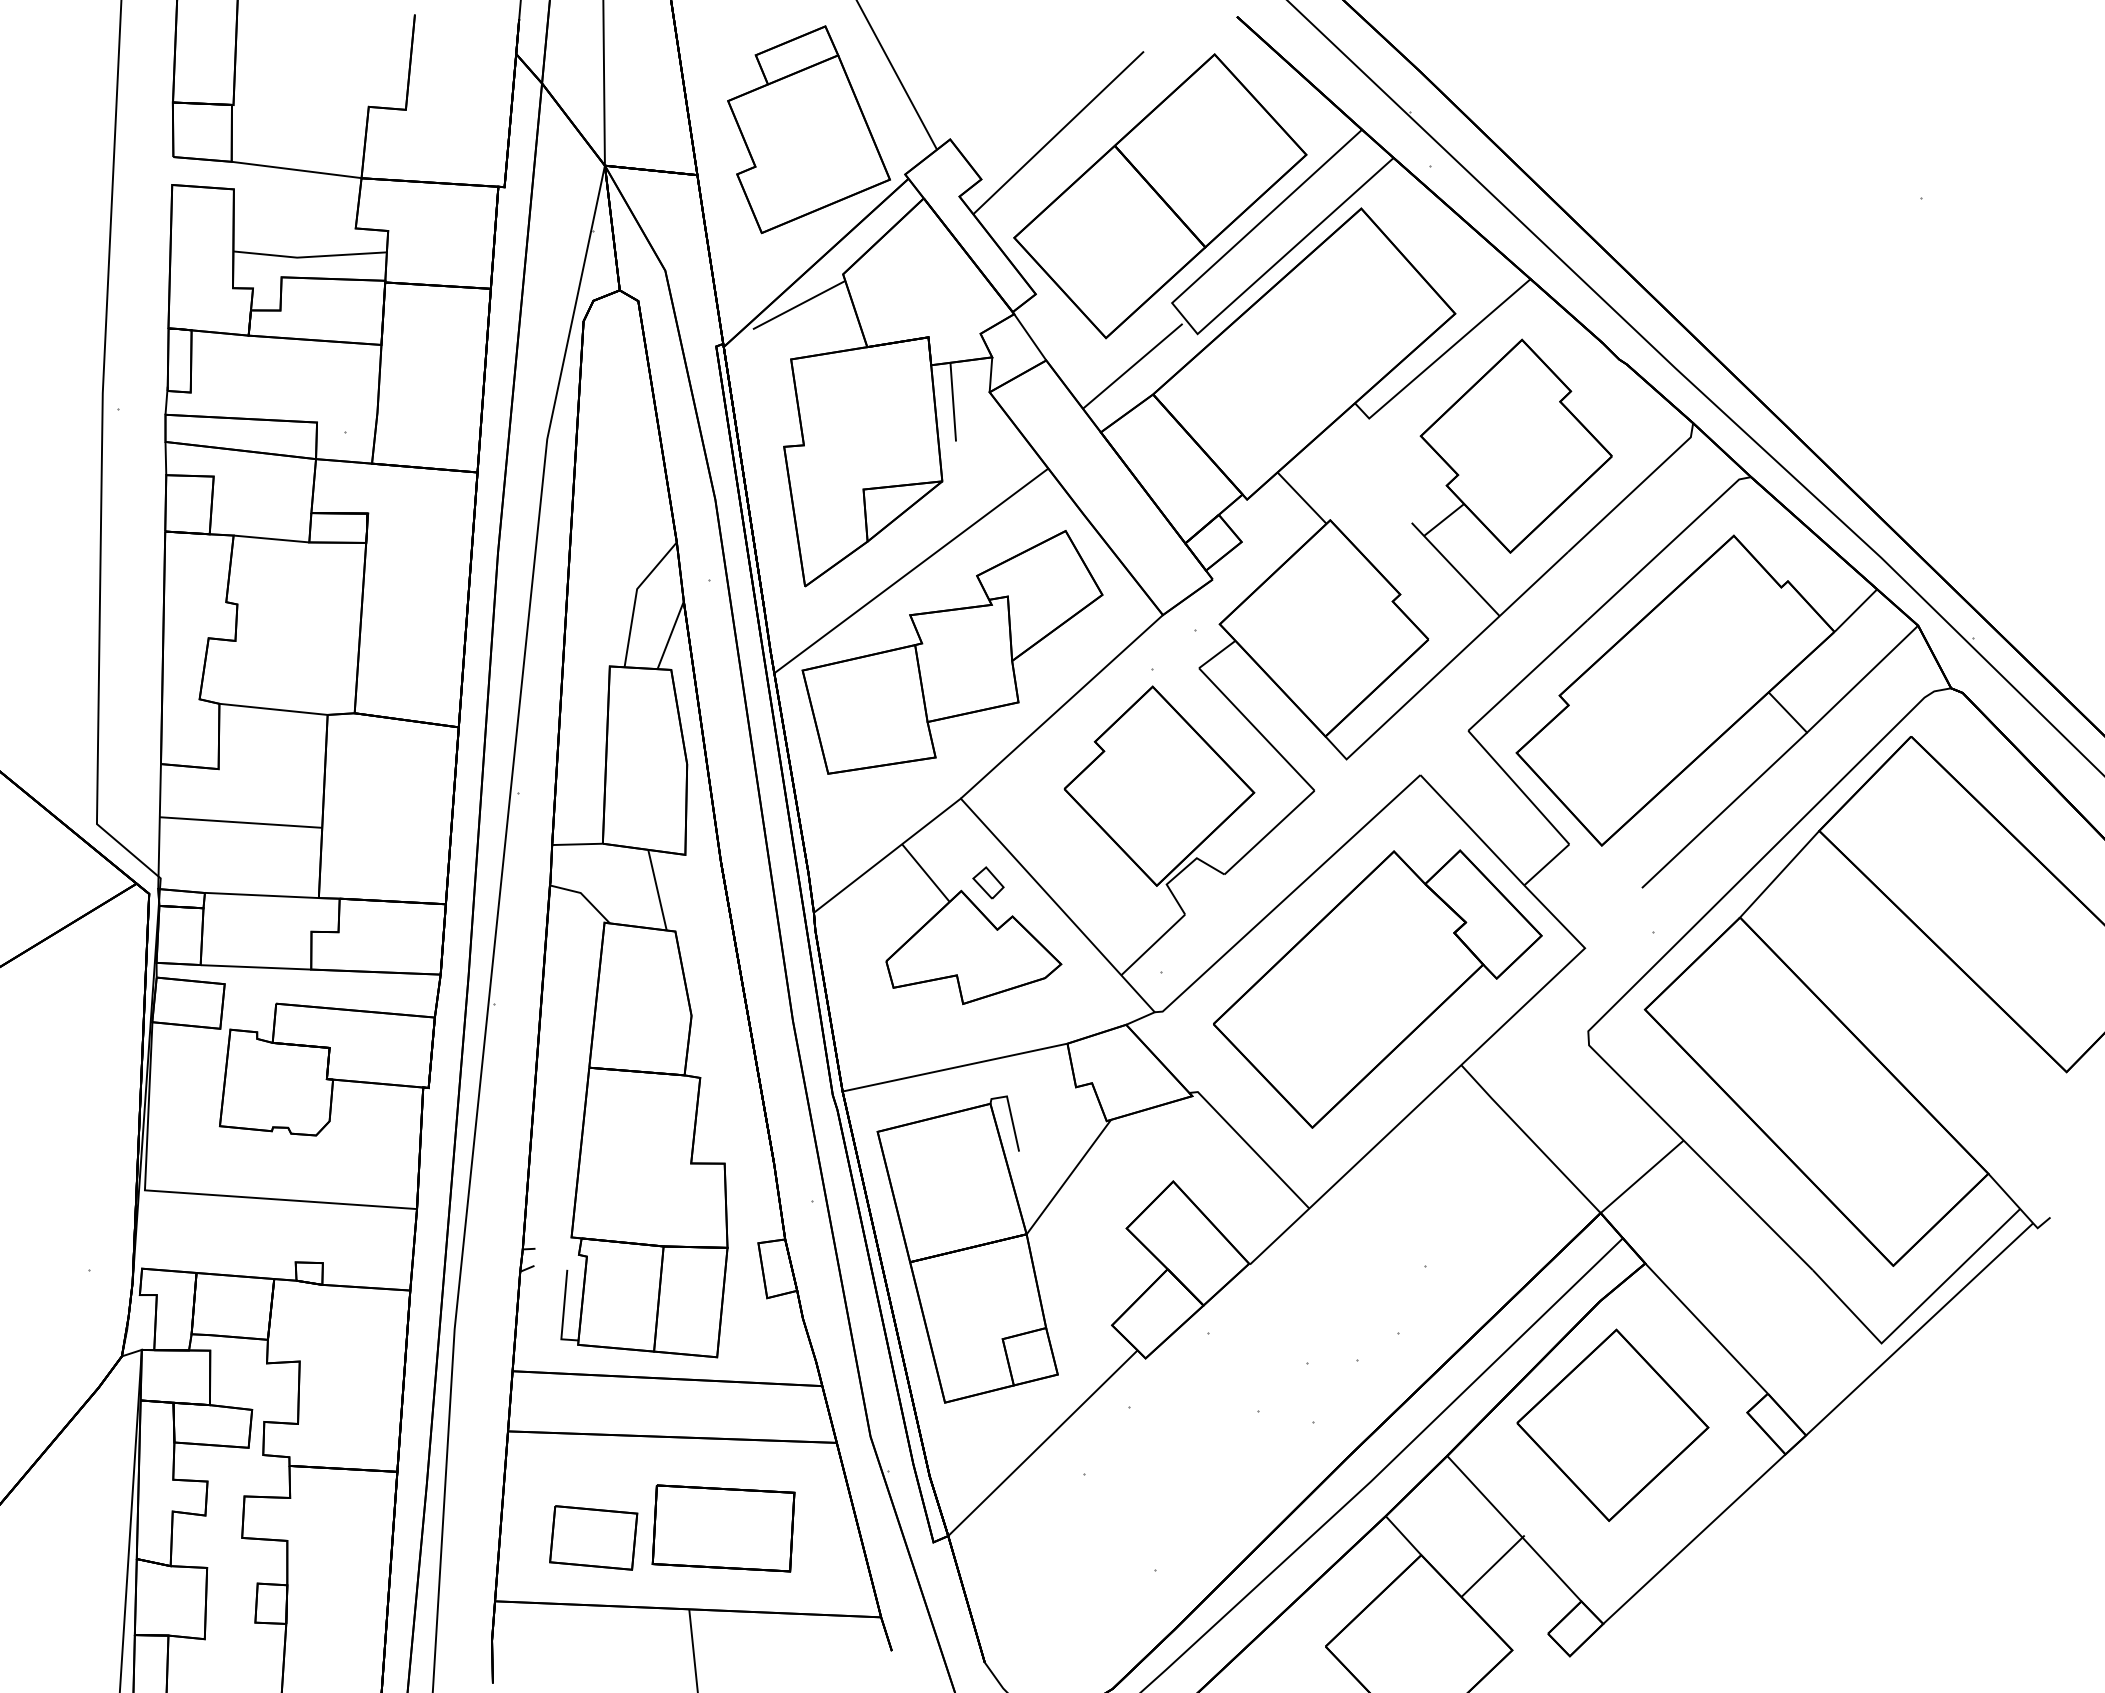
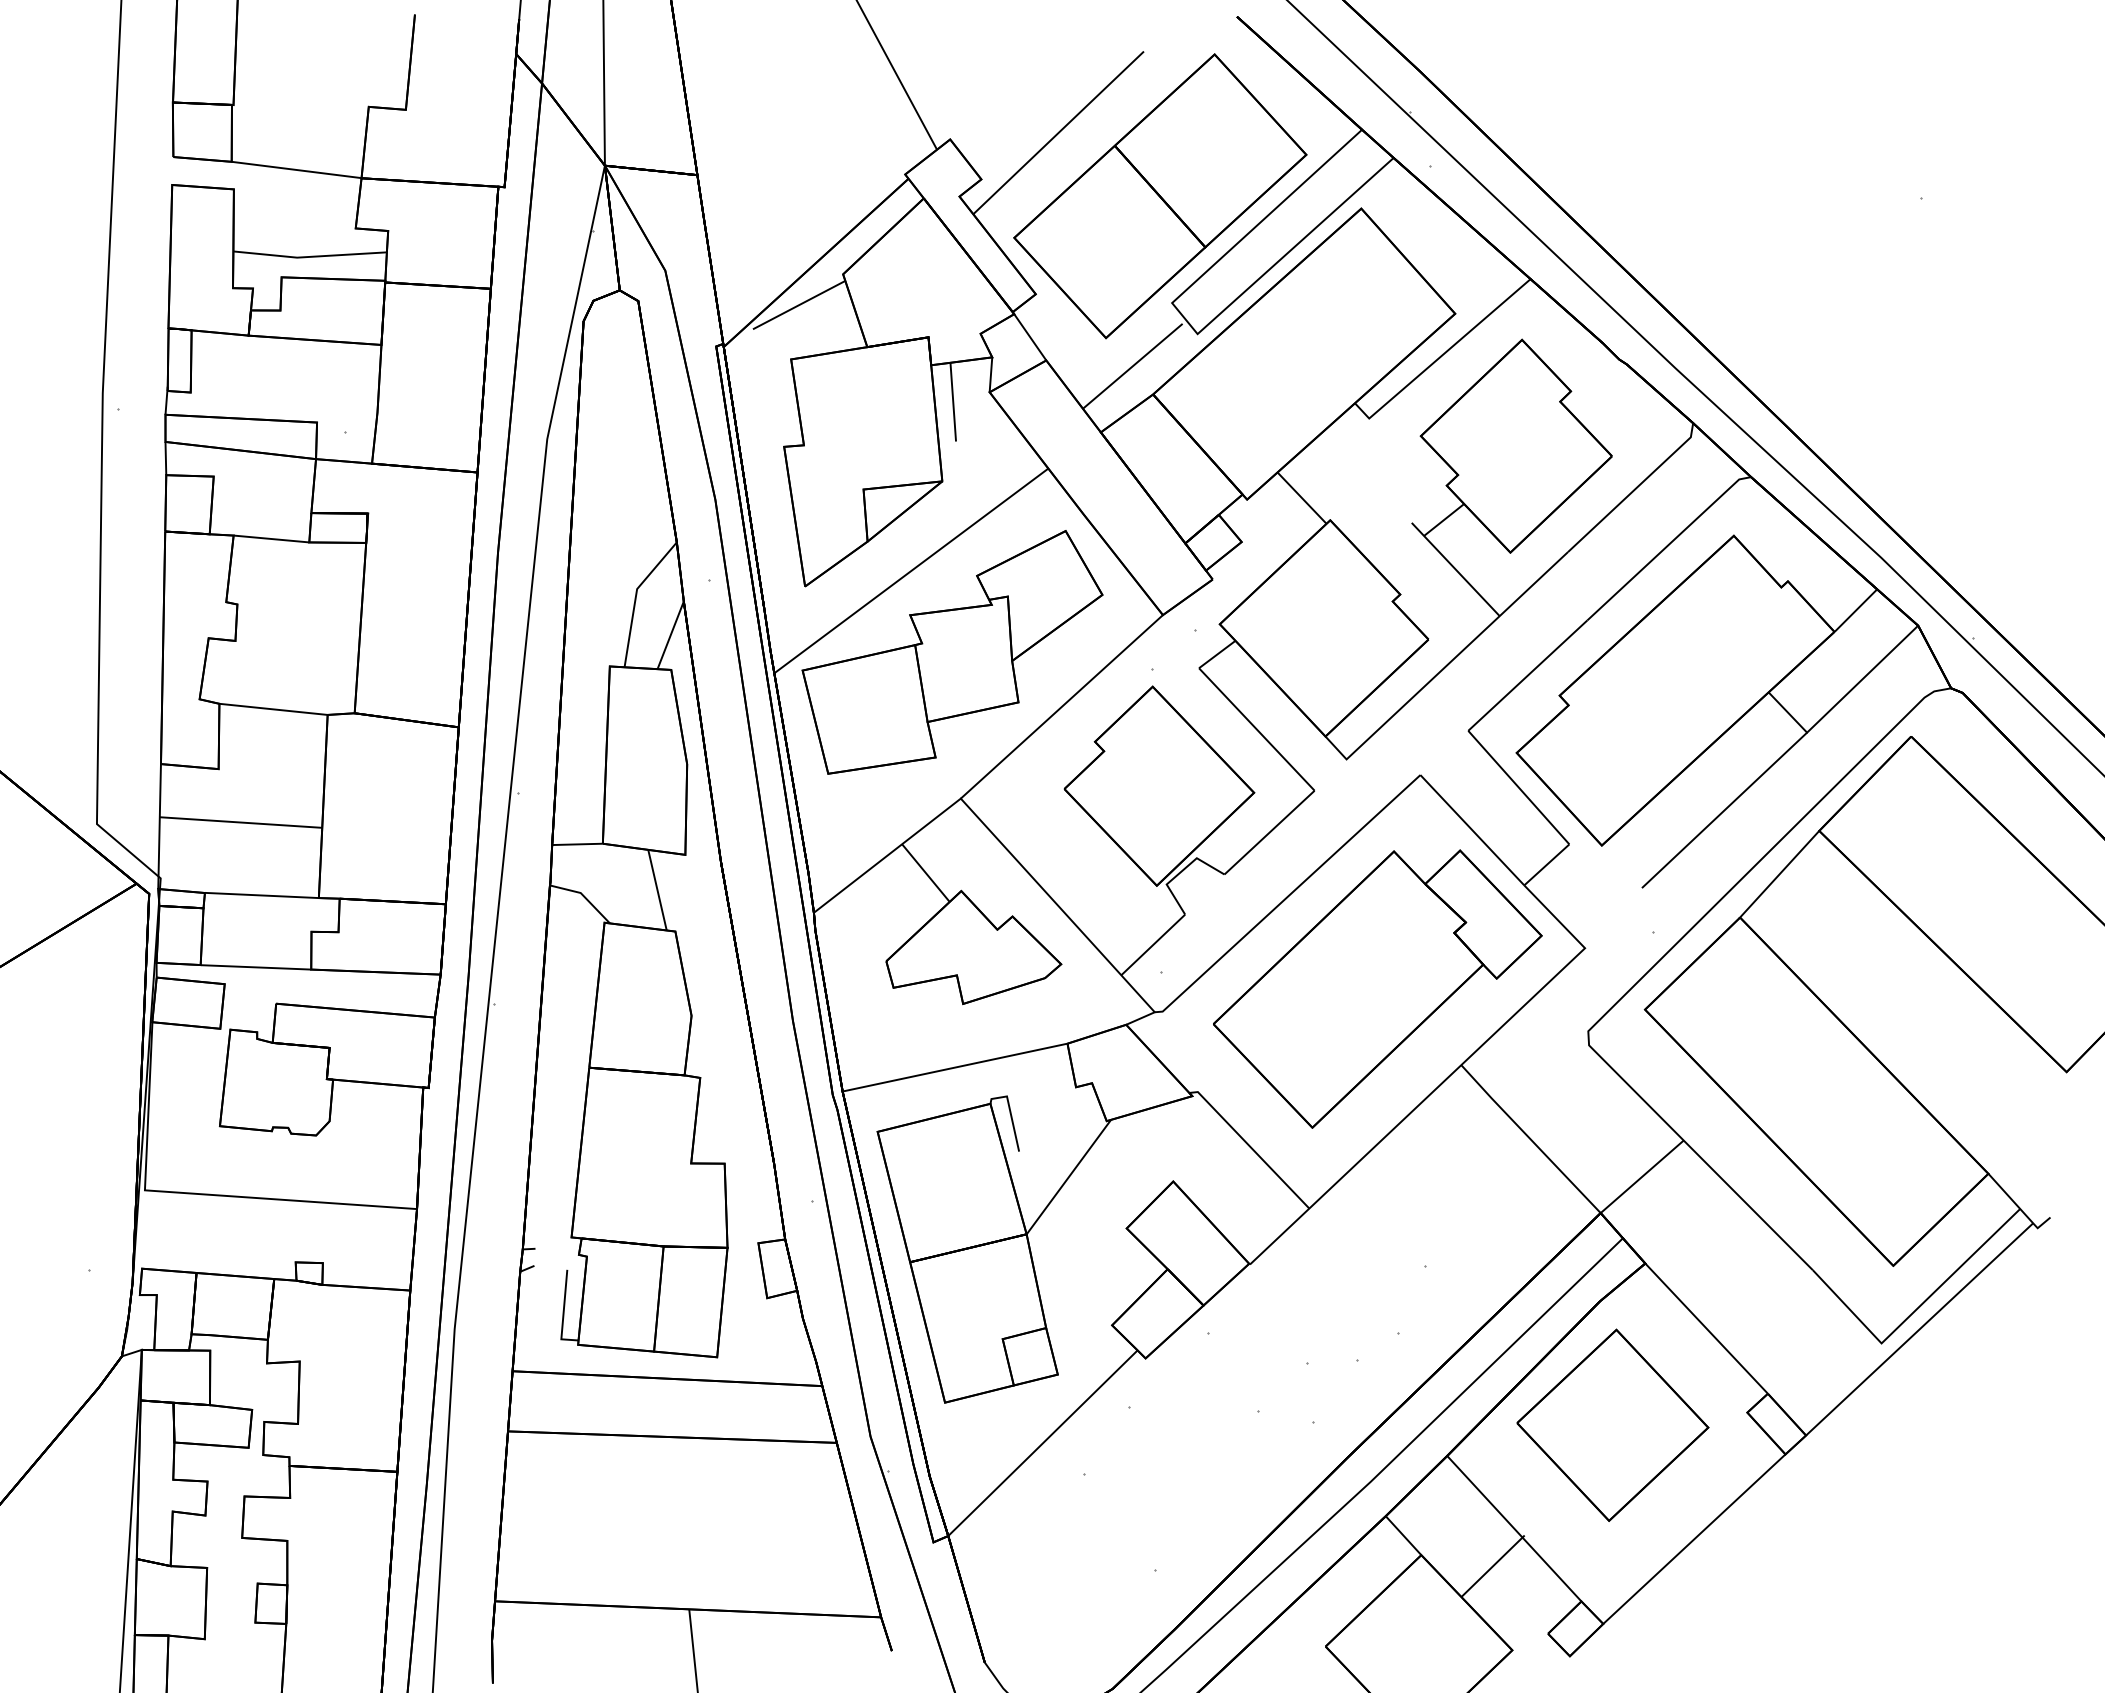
part at (808, 129): present -> none
part at (988, 882): present -> none
part at (723, 1528): present -> none
part at (593, 1537): present -> none
